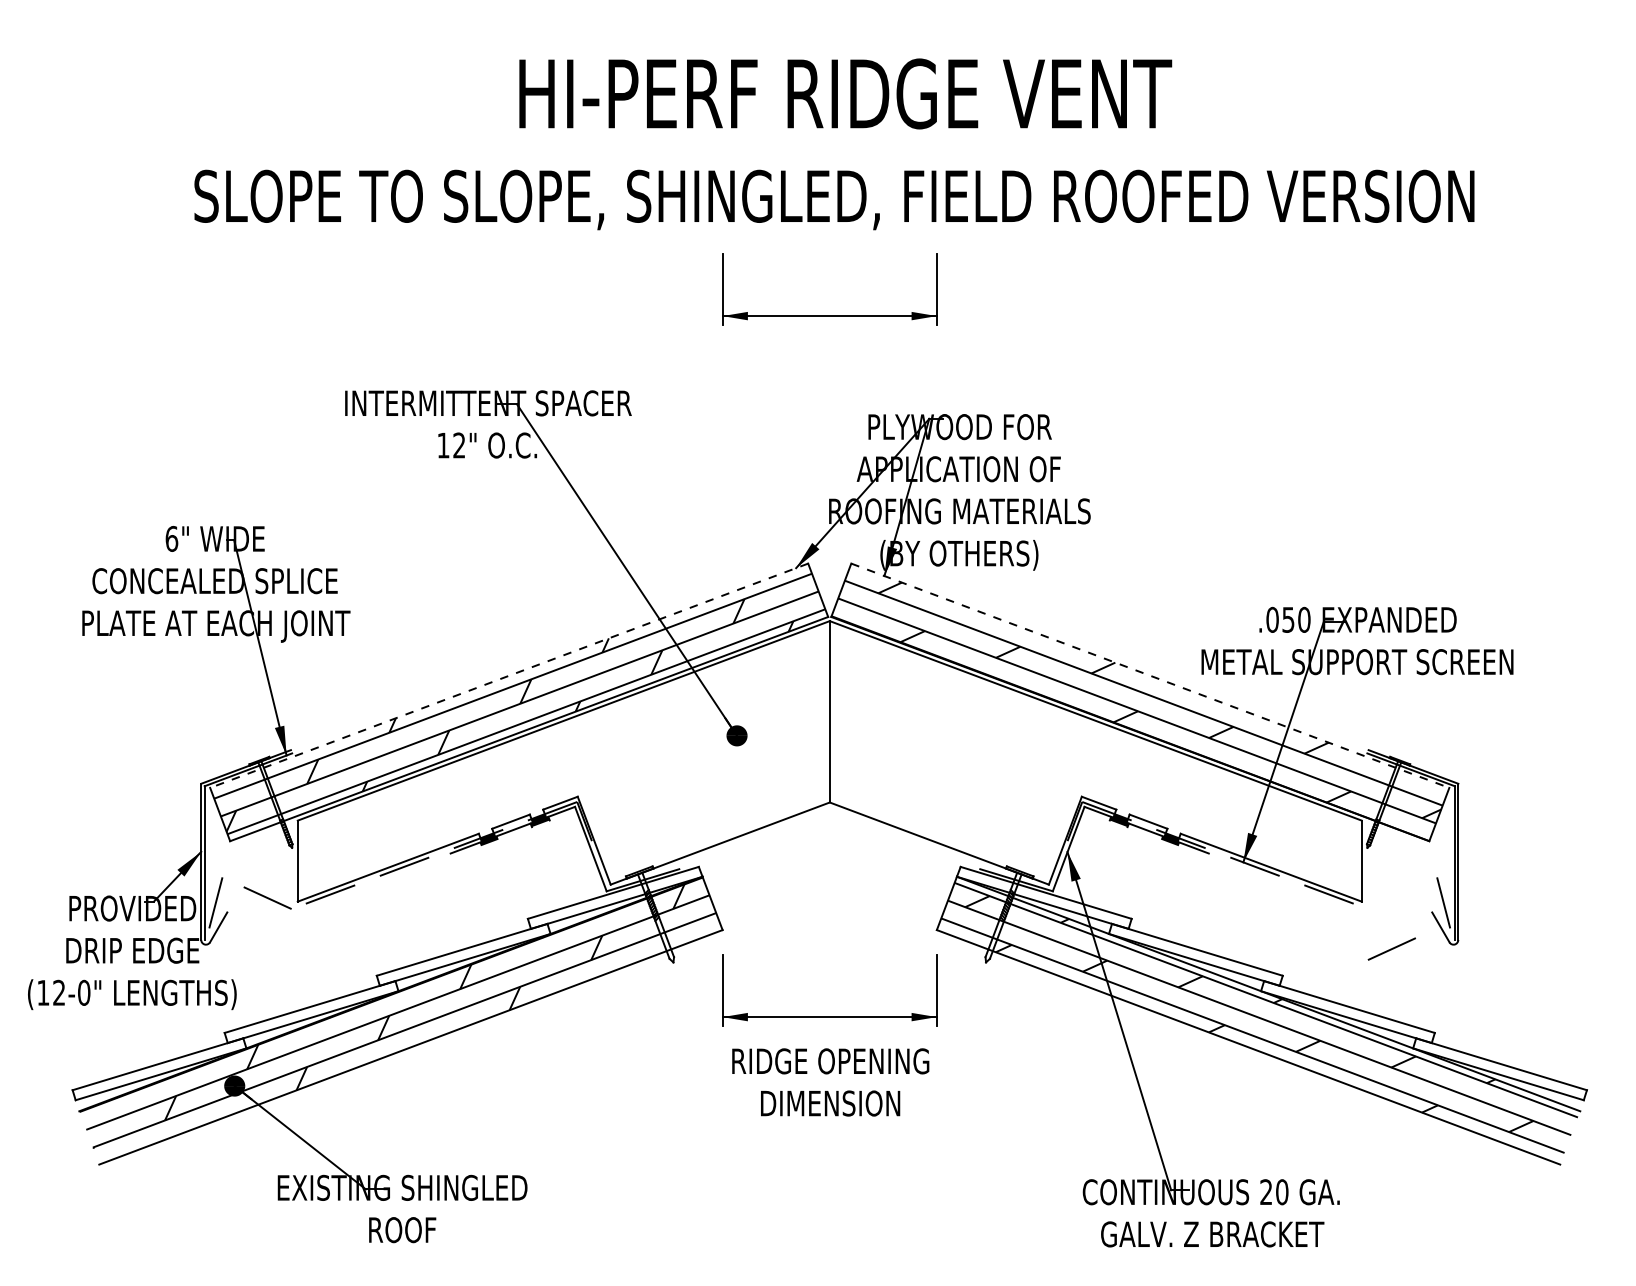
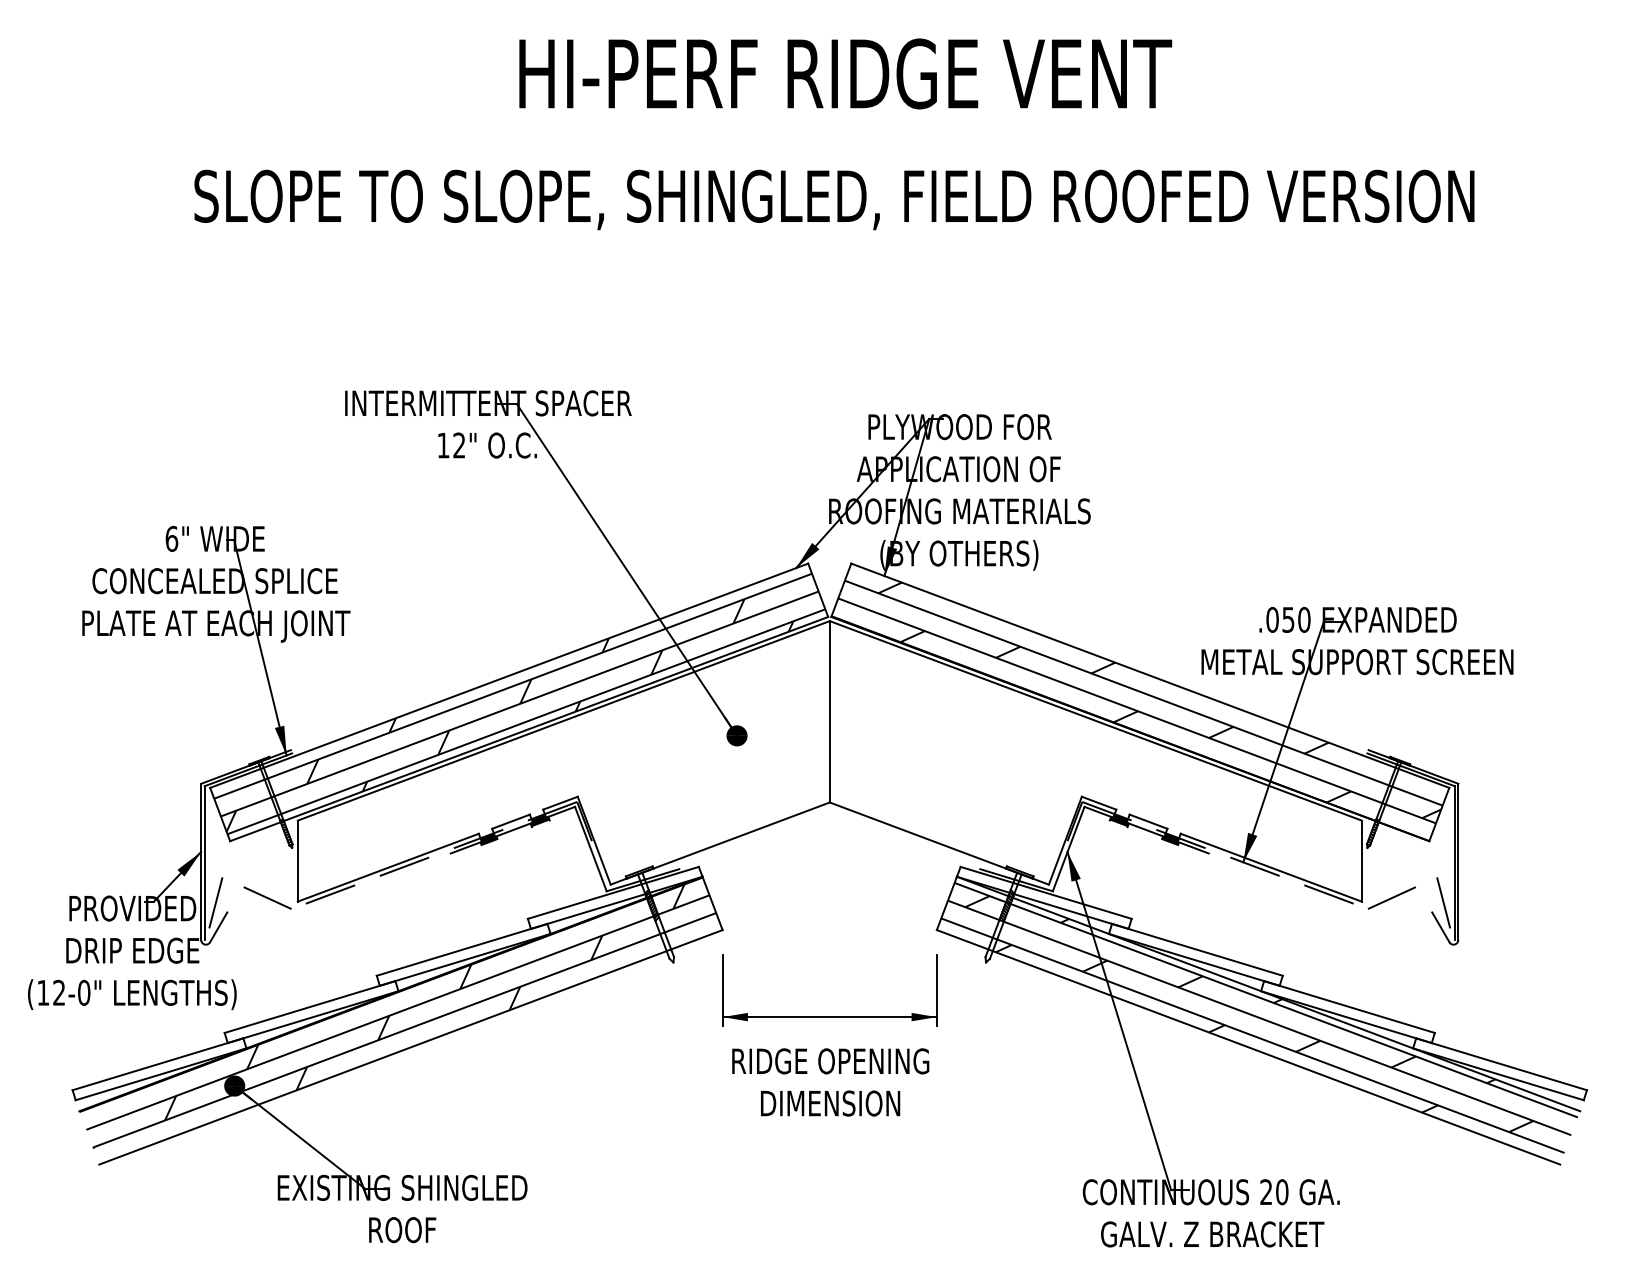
text at (845, 93) position: (845, 93) -> (845, 73)
part at (829, 315): present -> none
line at (508, 675): dashed -> solid
line at (1150, 675): dashed -> solid
line at (1391, 948) position: (1391, 948) -> (1391, 897)
